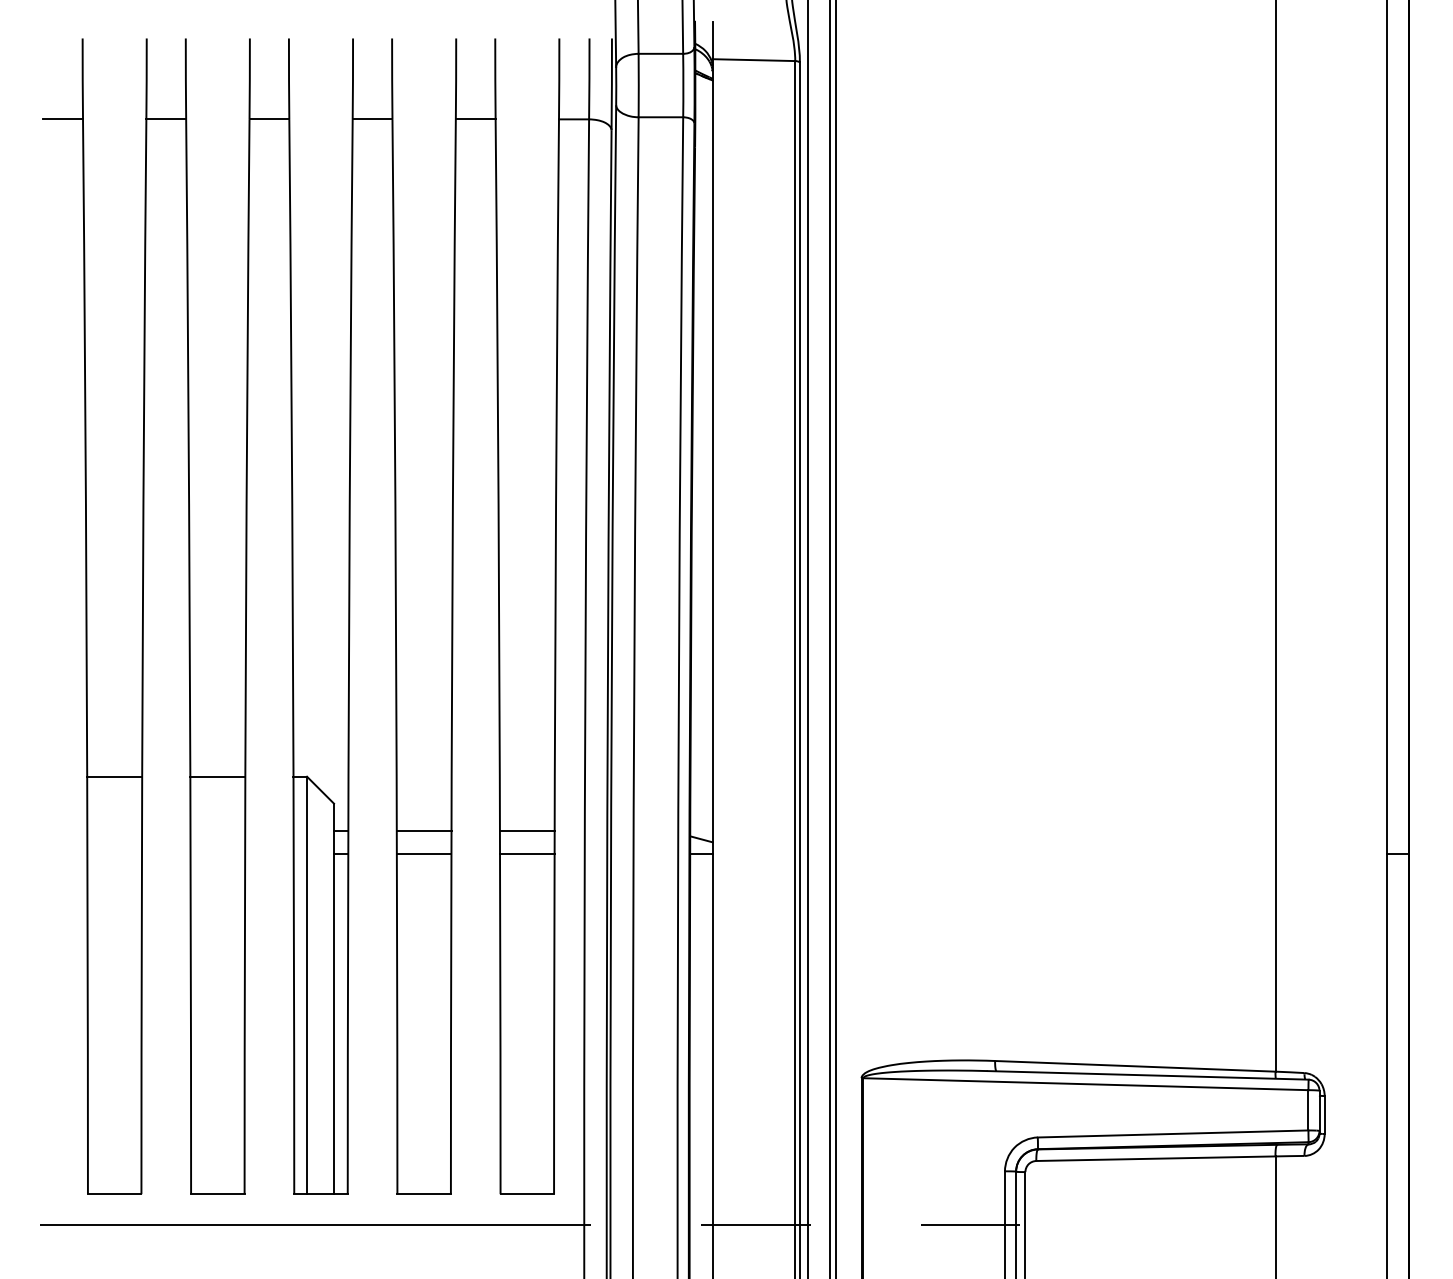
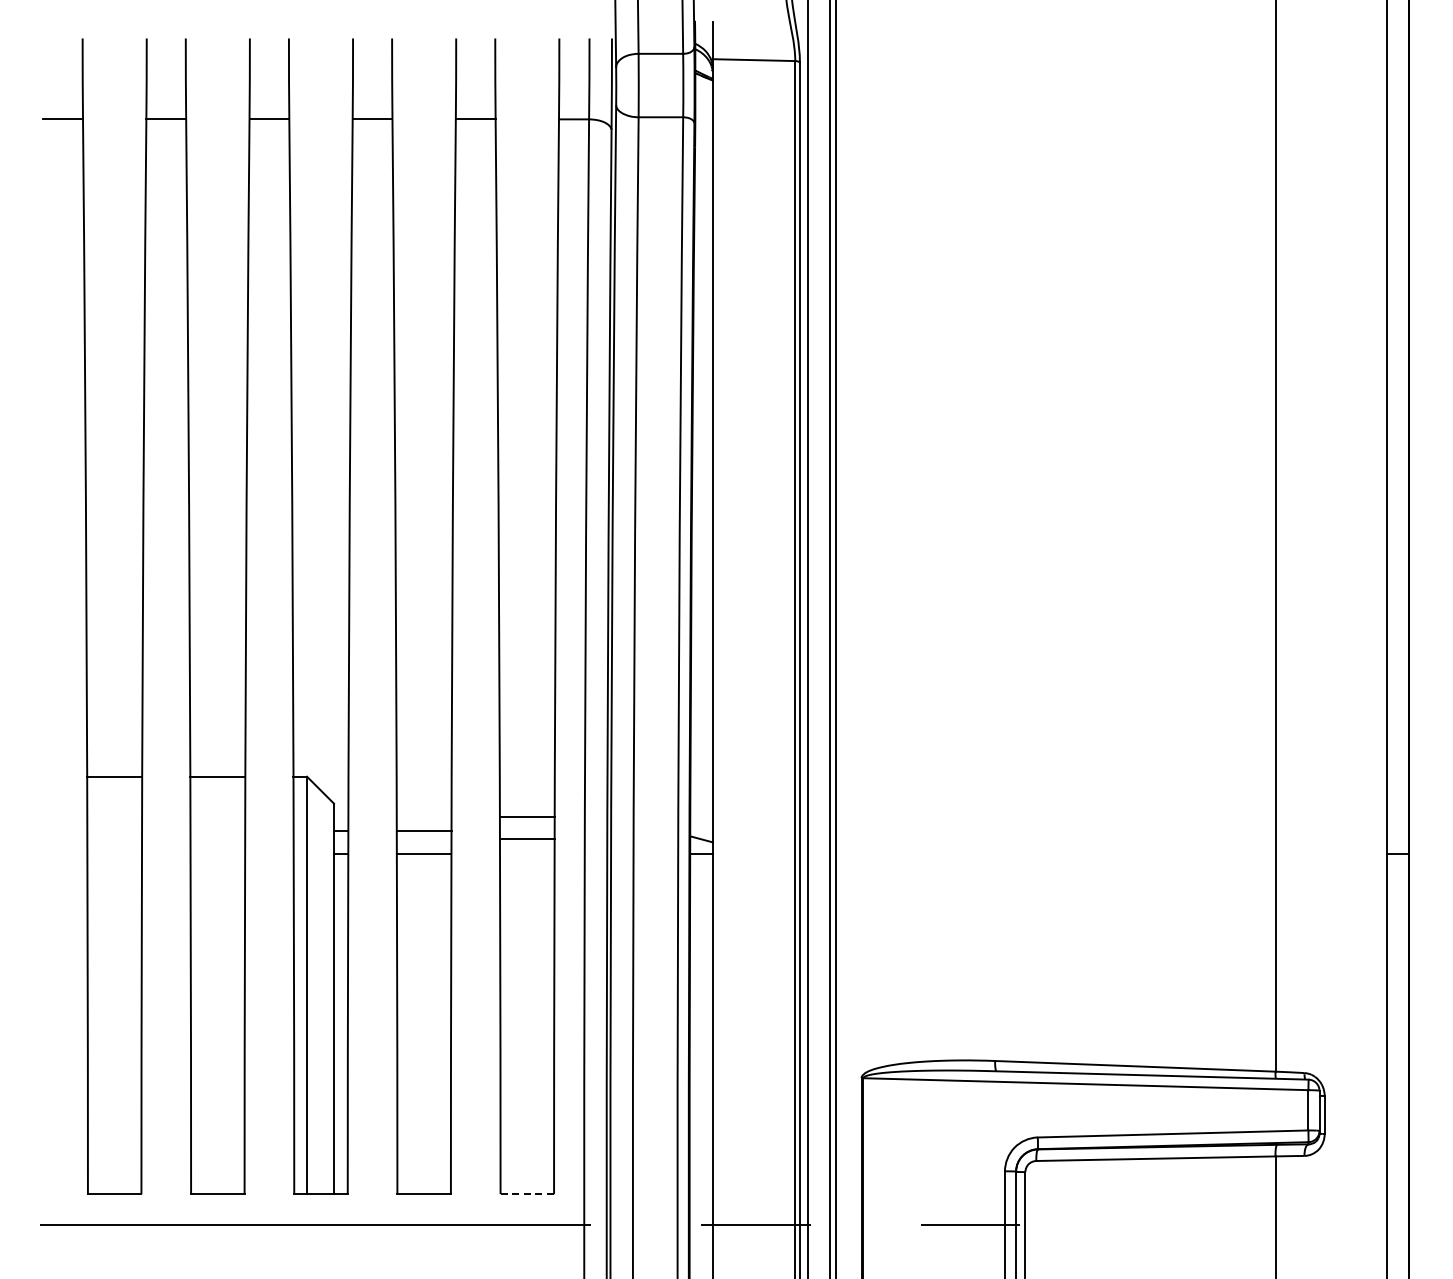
line at (526, 831) position: (526, 831) -> (526, 817)
line at (527, 854) position: (527, 854) -> (527, 839)
line at (527, 1194): solid -> dashed
